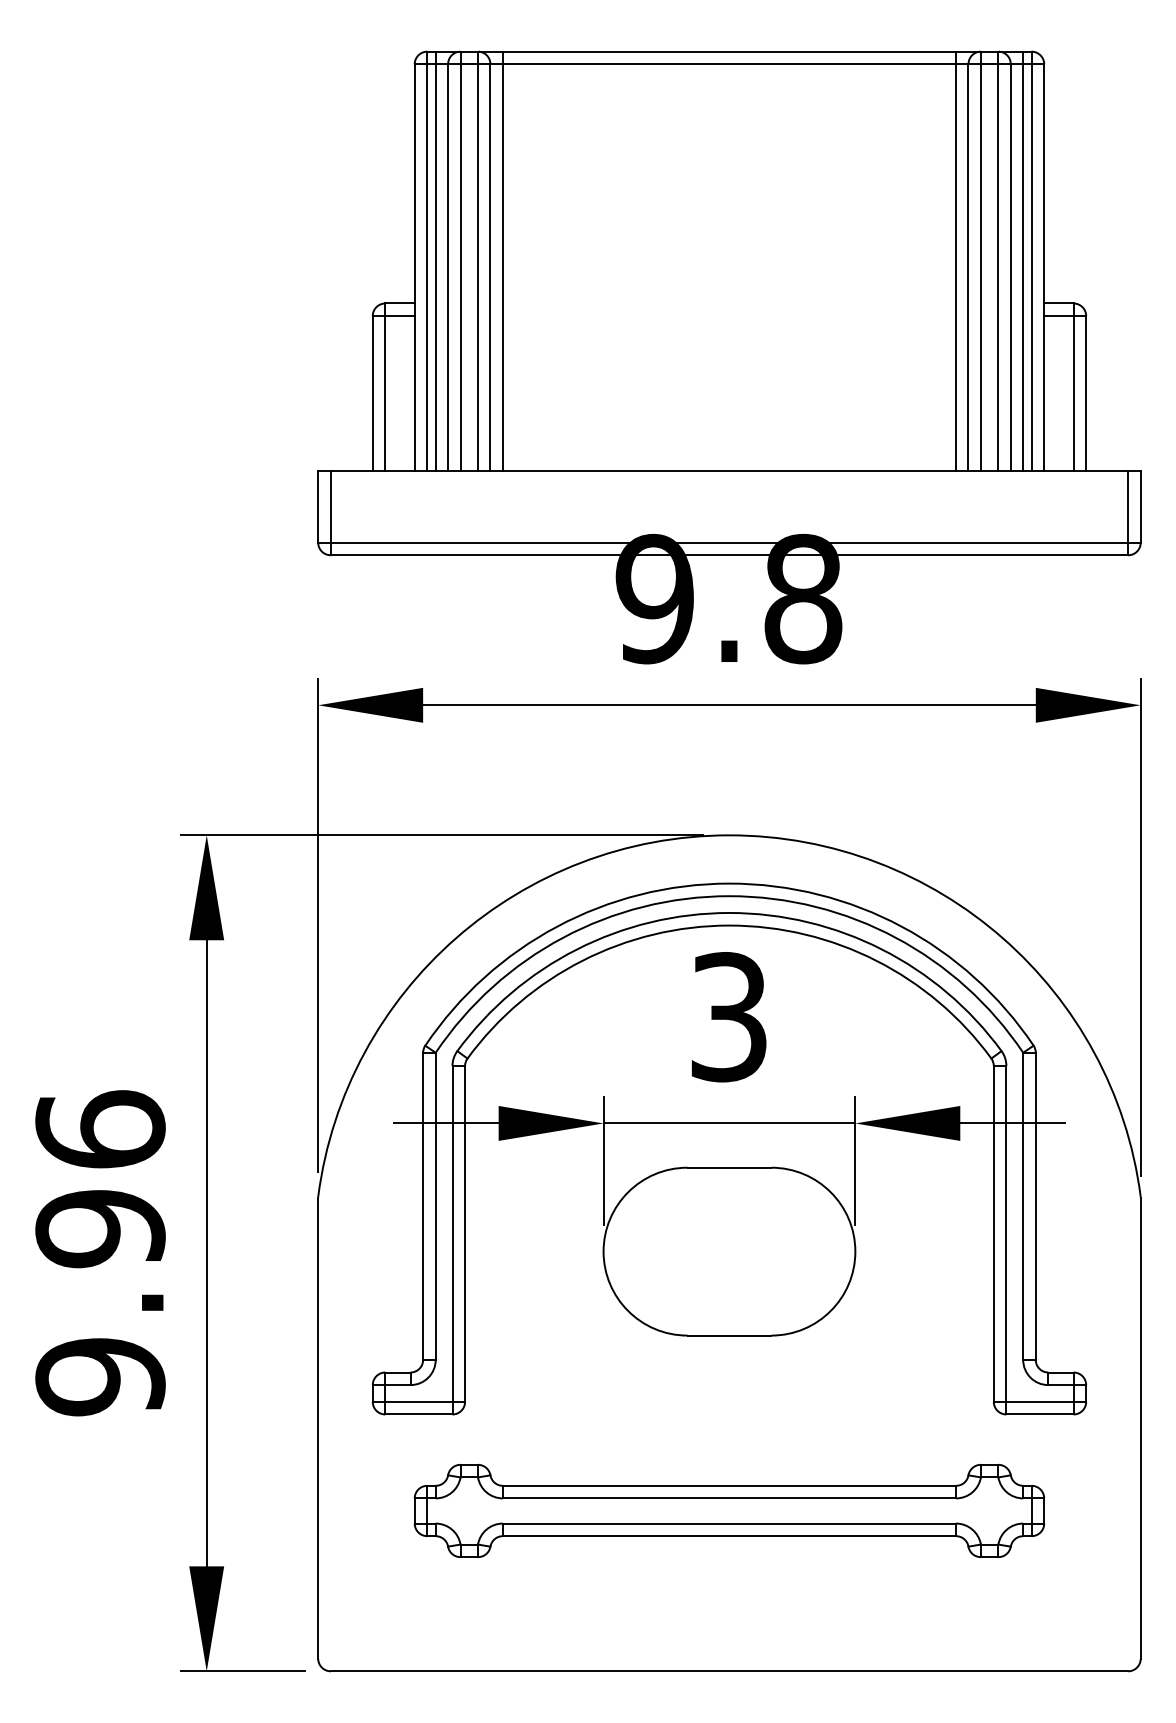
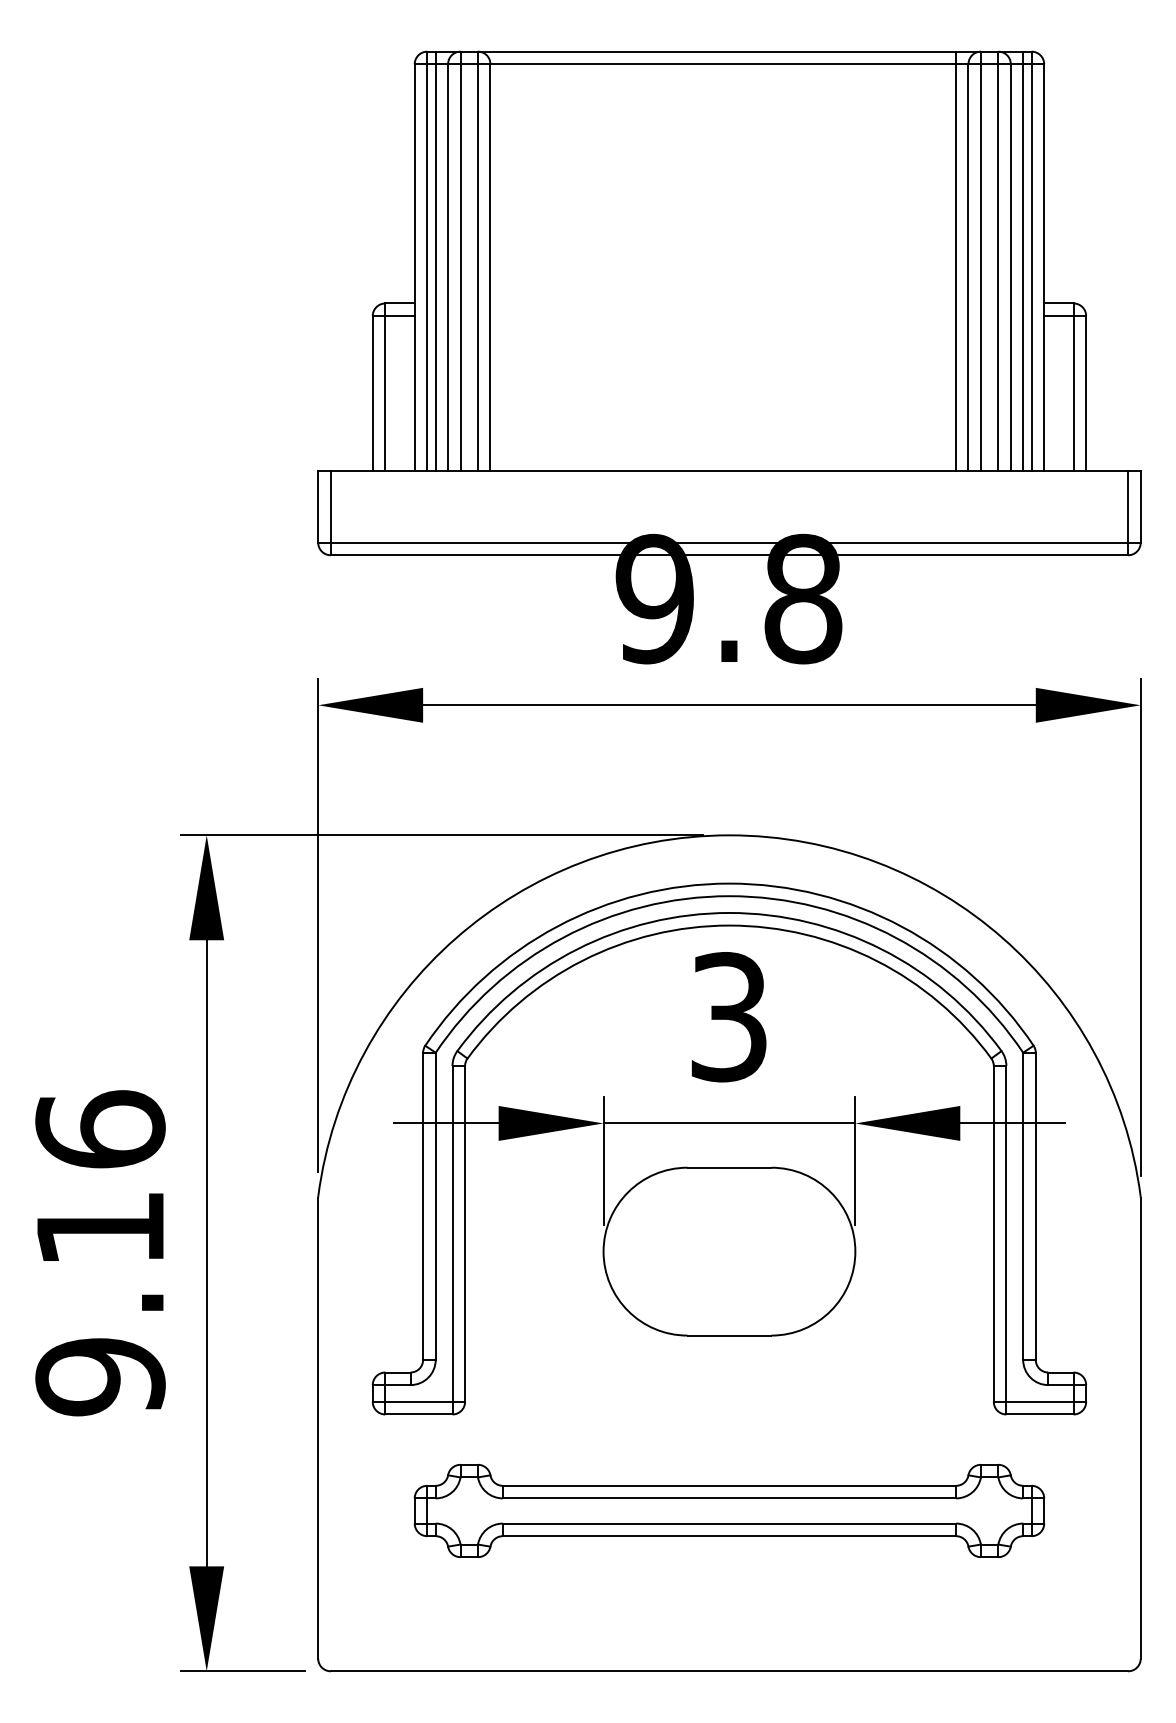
line at (502, 261): present -> none
text at (100, 1229): 9.96 -> 9.16
